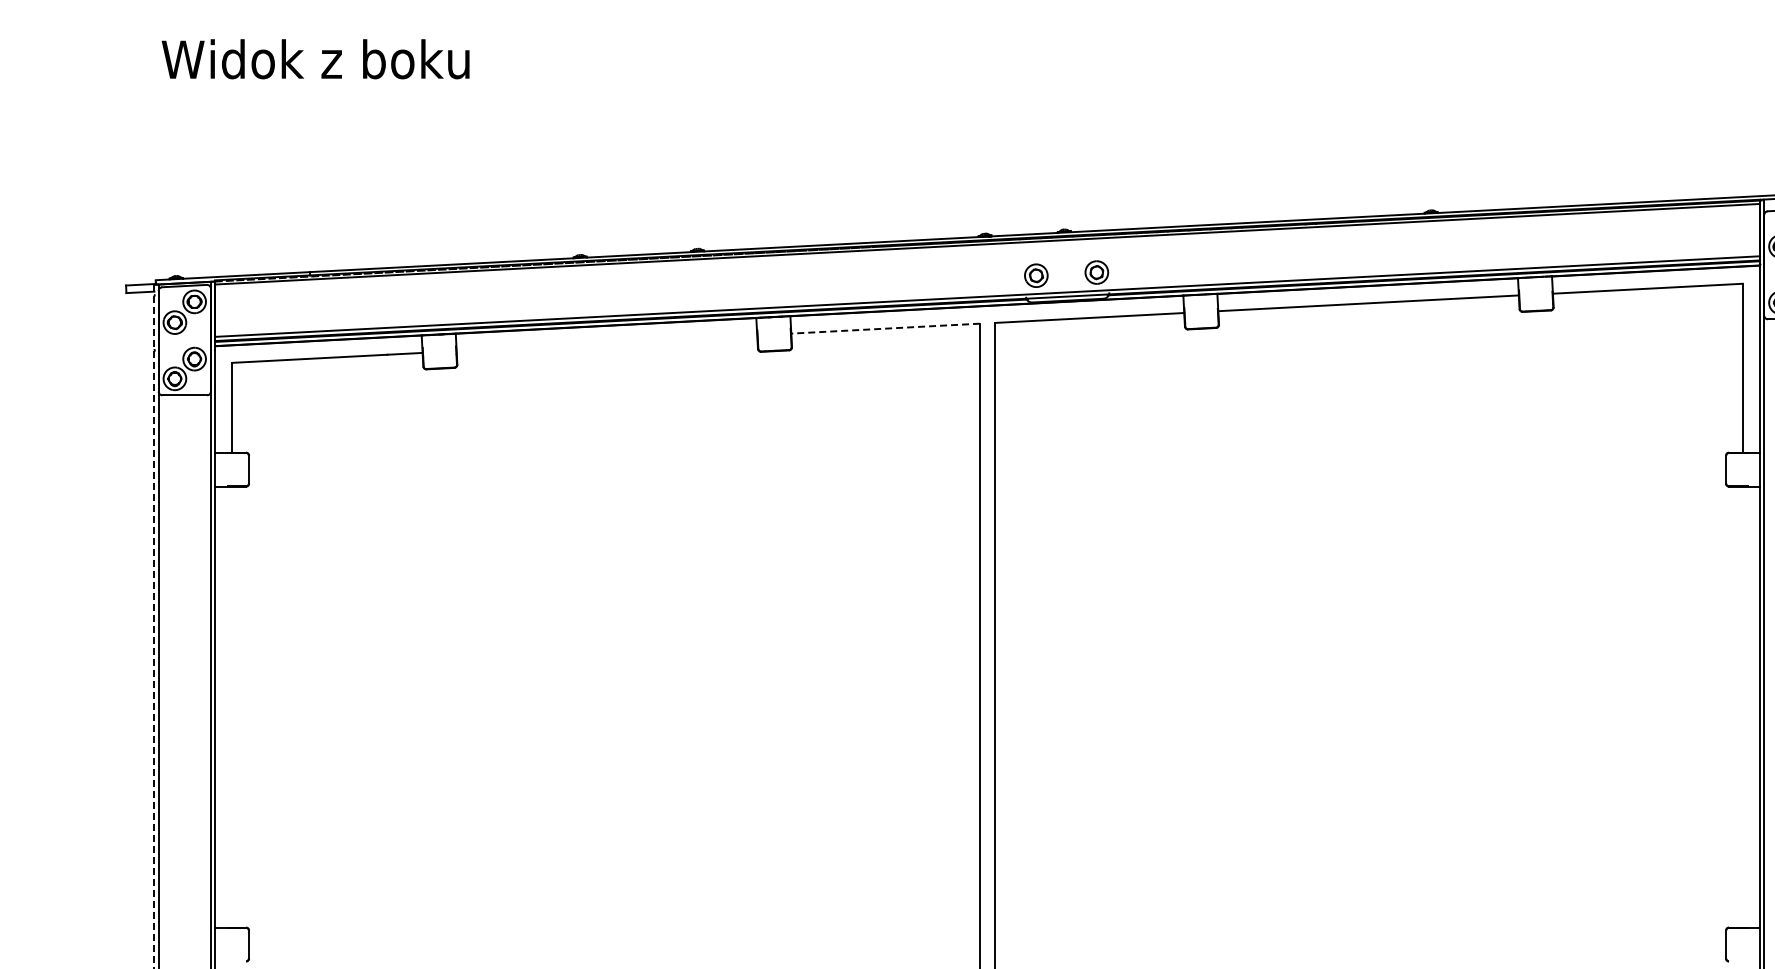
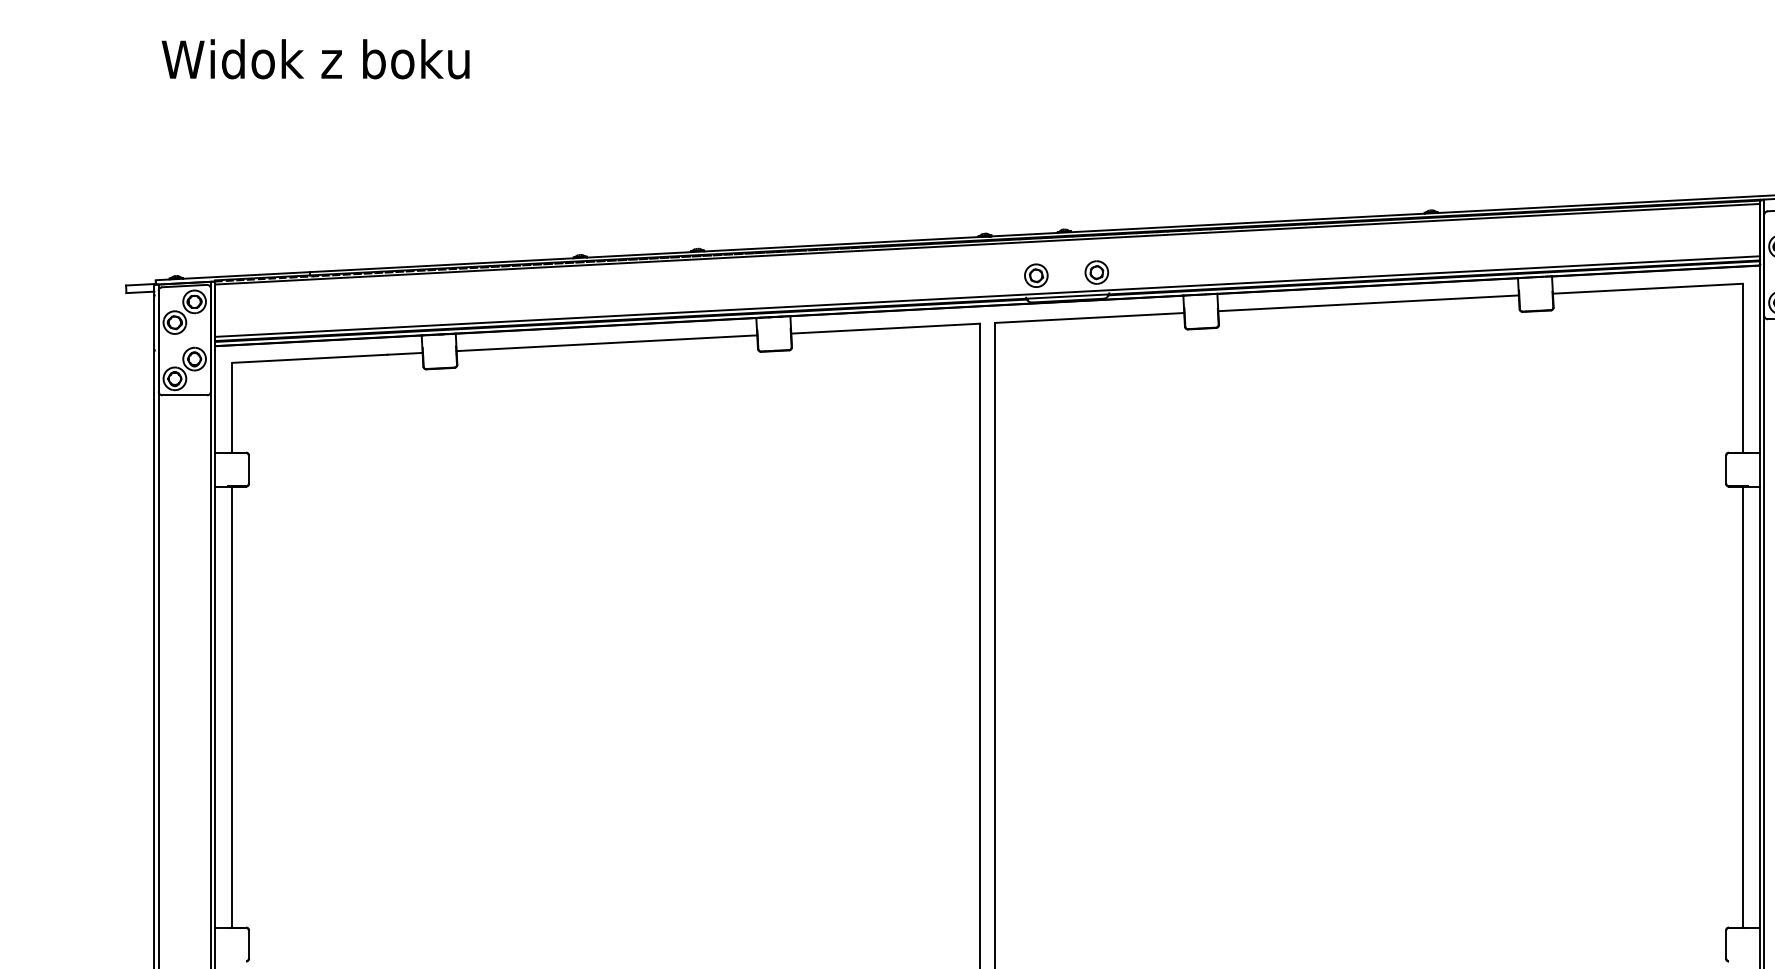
line at (885, 328): dashed -> solid
line at (606, 343): none -> present
line at (154, 626): dashed -> solid
line at (232, 706): none -> present
line at (1742, 706): none -> present
